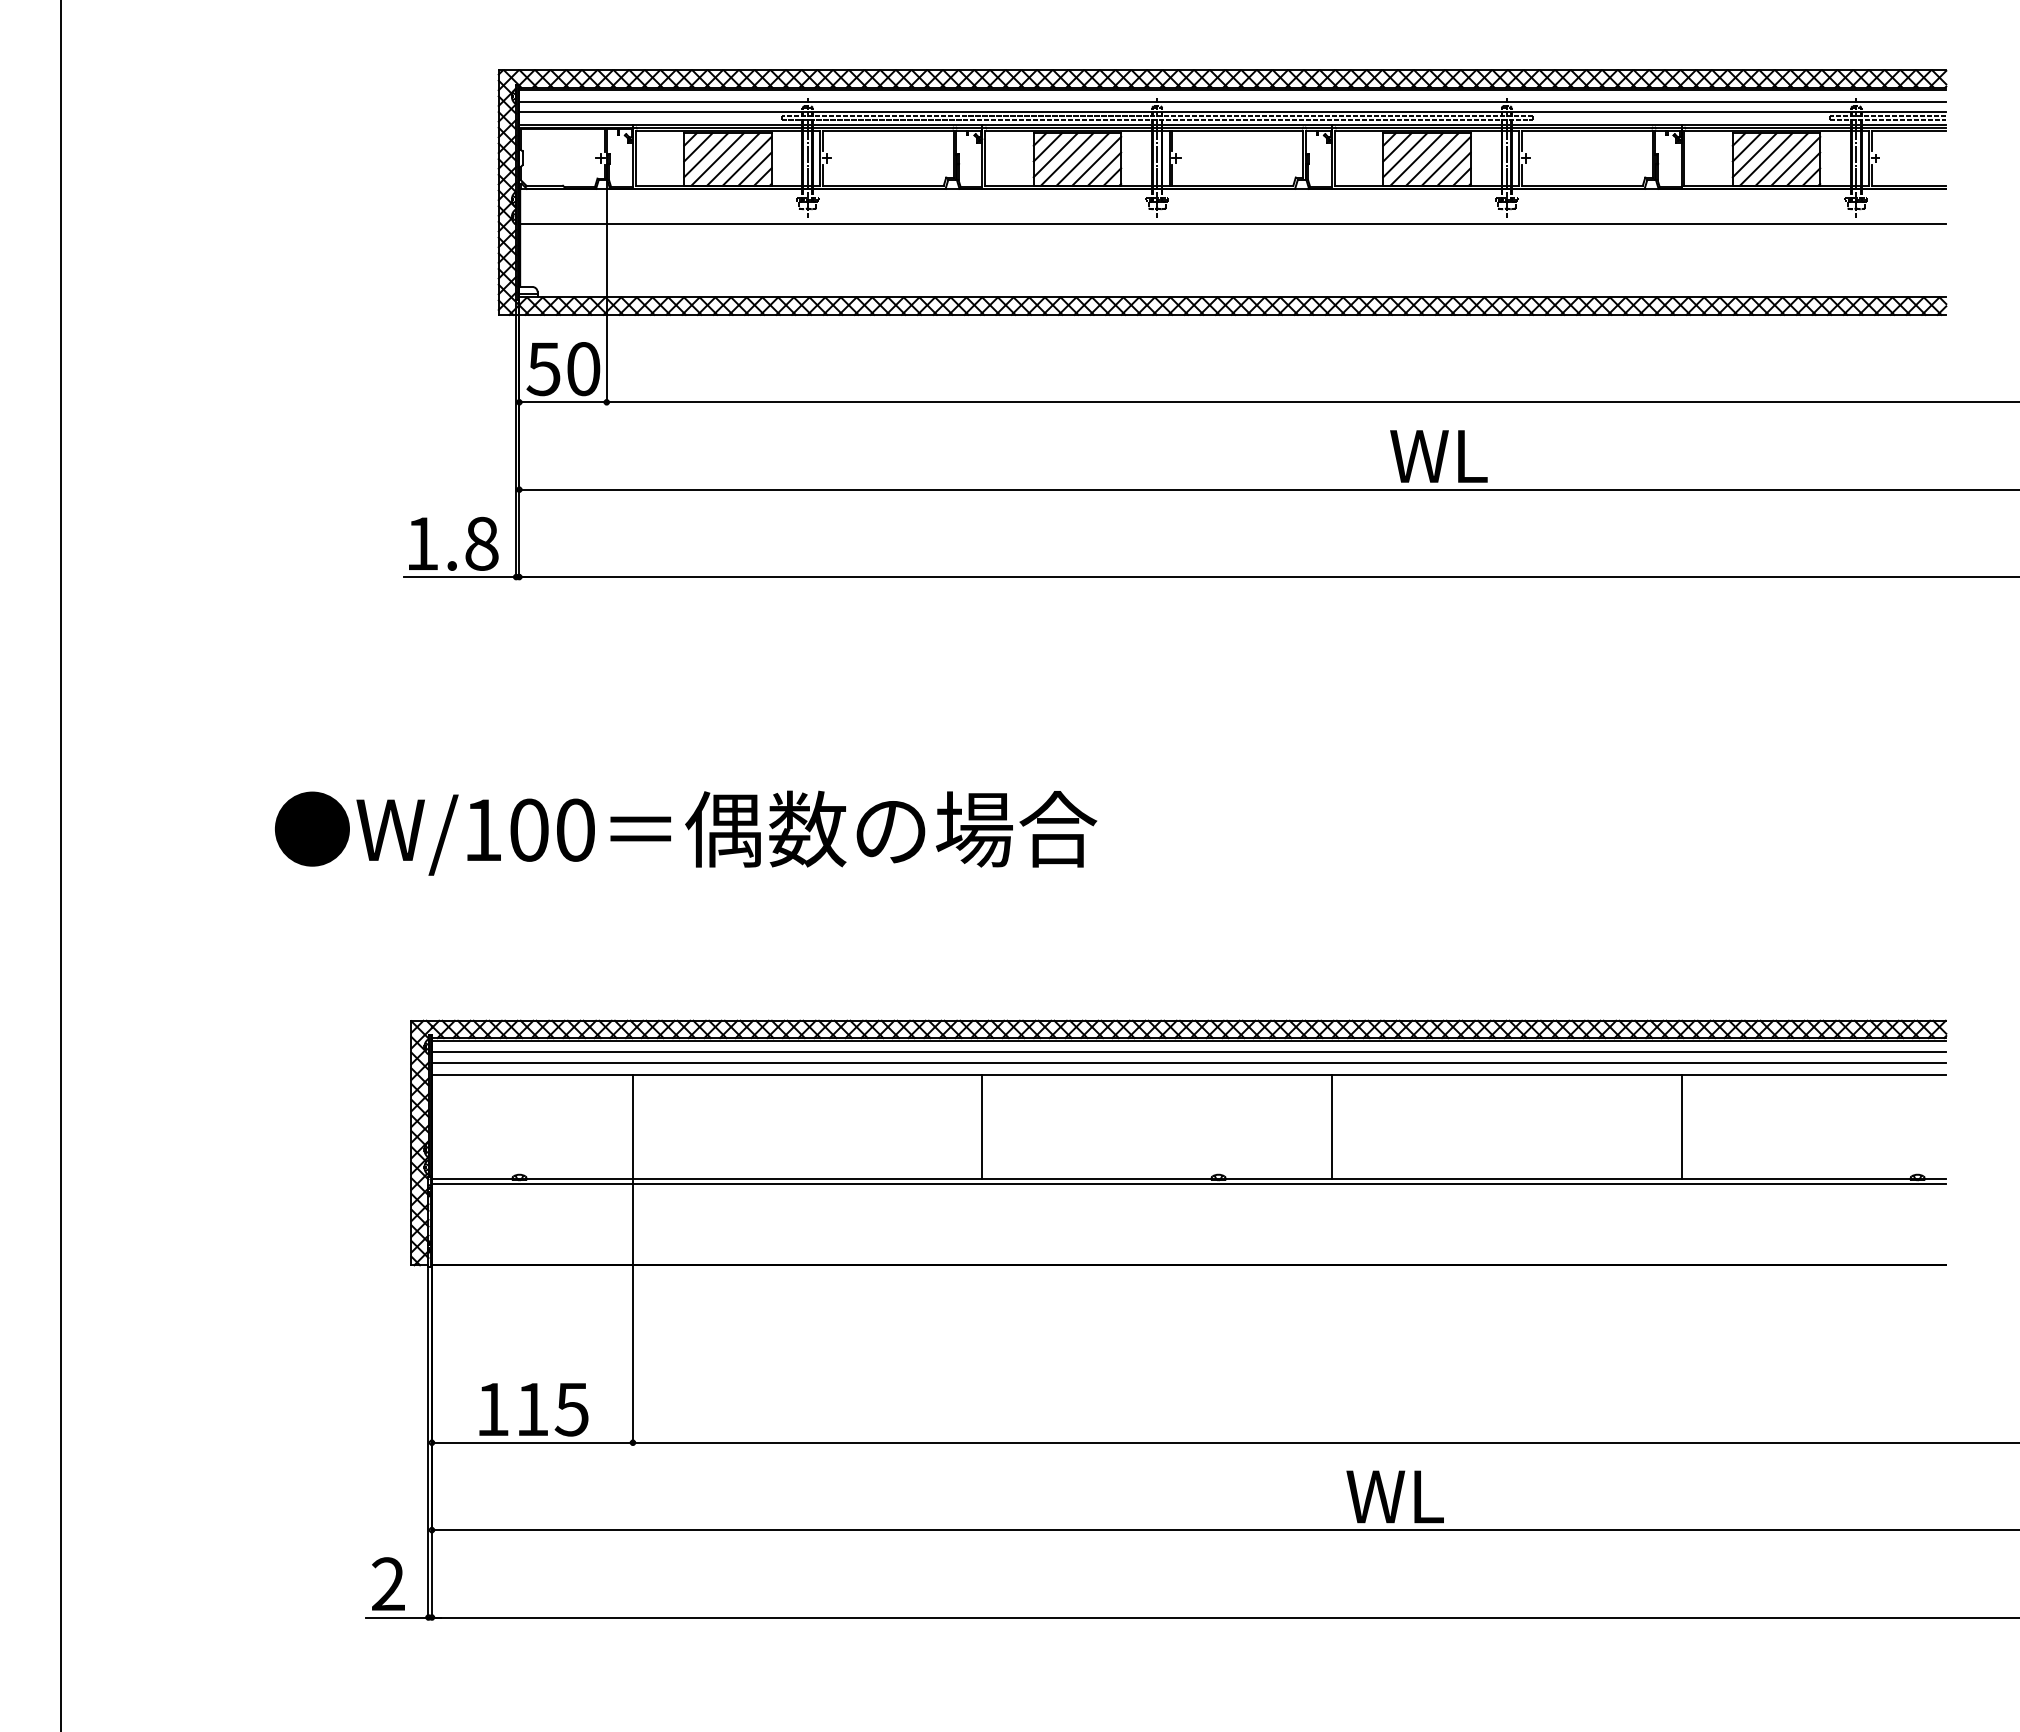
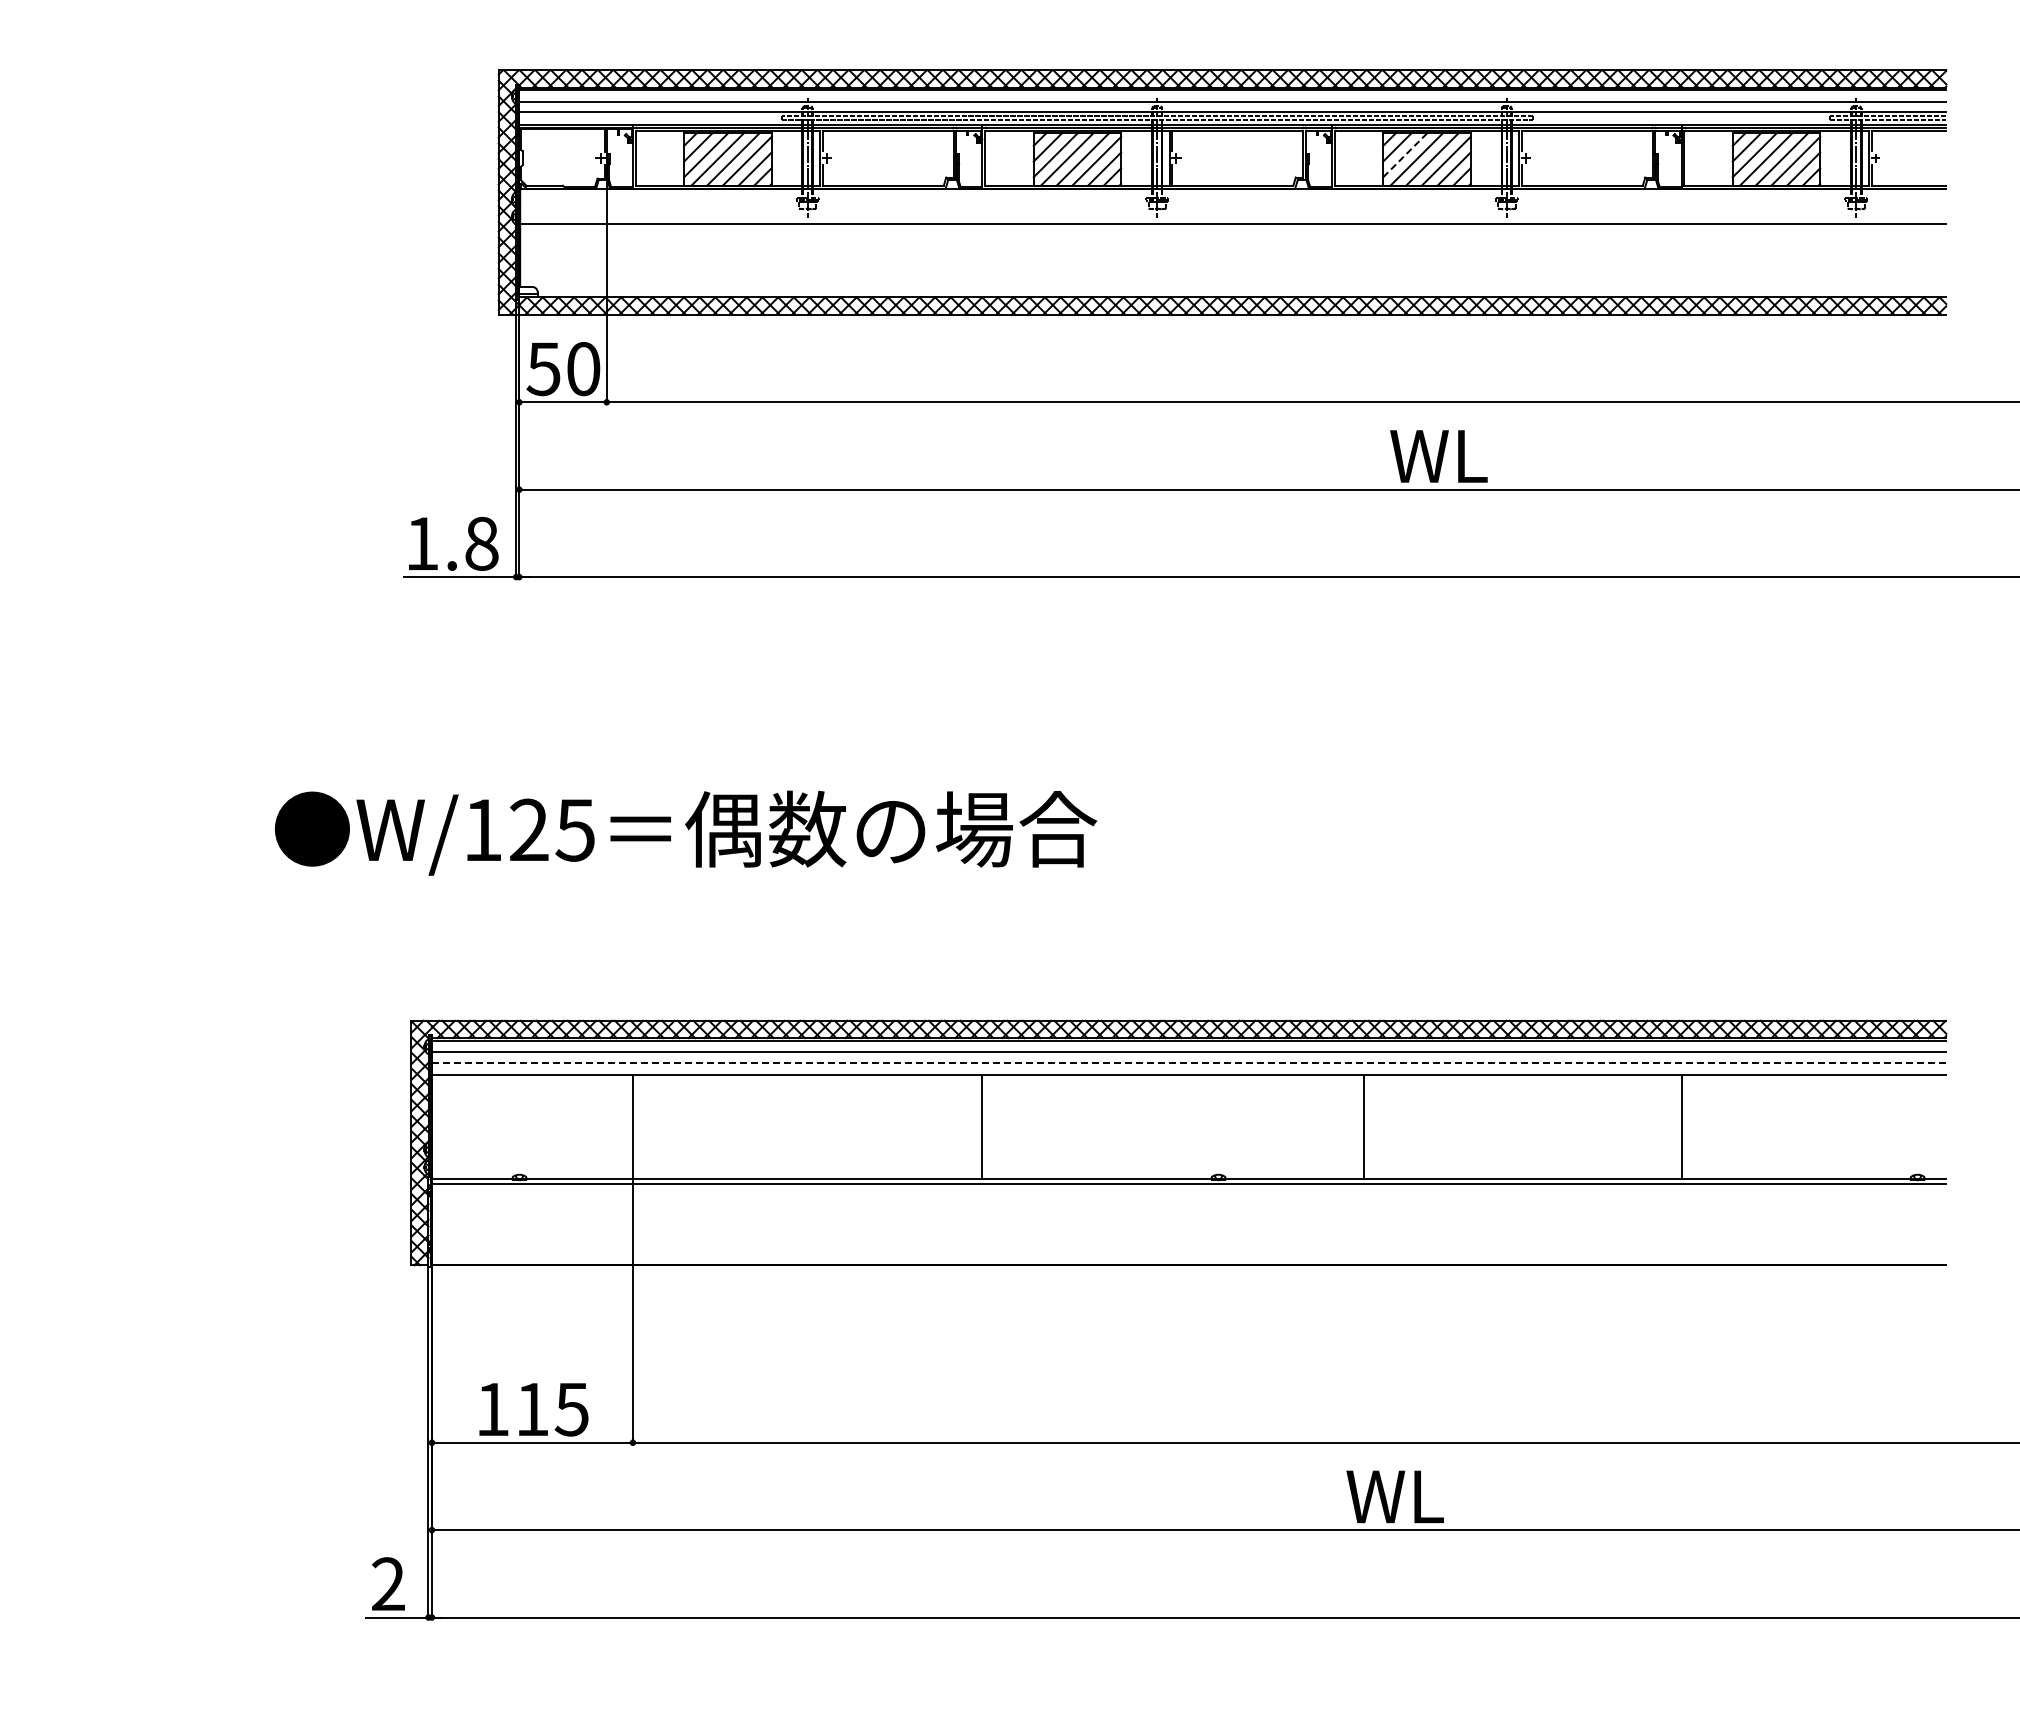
line at (1405, 154): solid -> dashed
text at (552, 829): W/100 -> W/125
line at (60, 865): present -> none
line at (1189, 1062): solid -> dashed
line at (1332, 1126) position: (1332, 1126) -> (1364, 1126)
